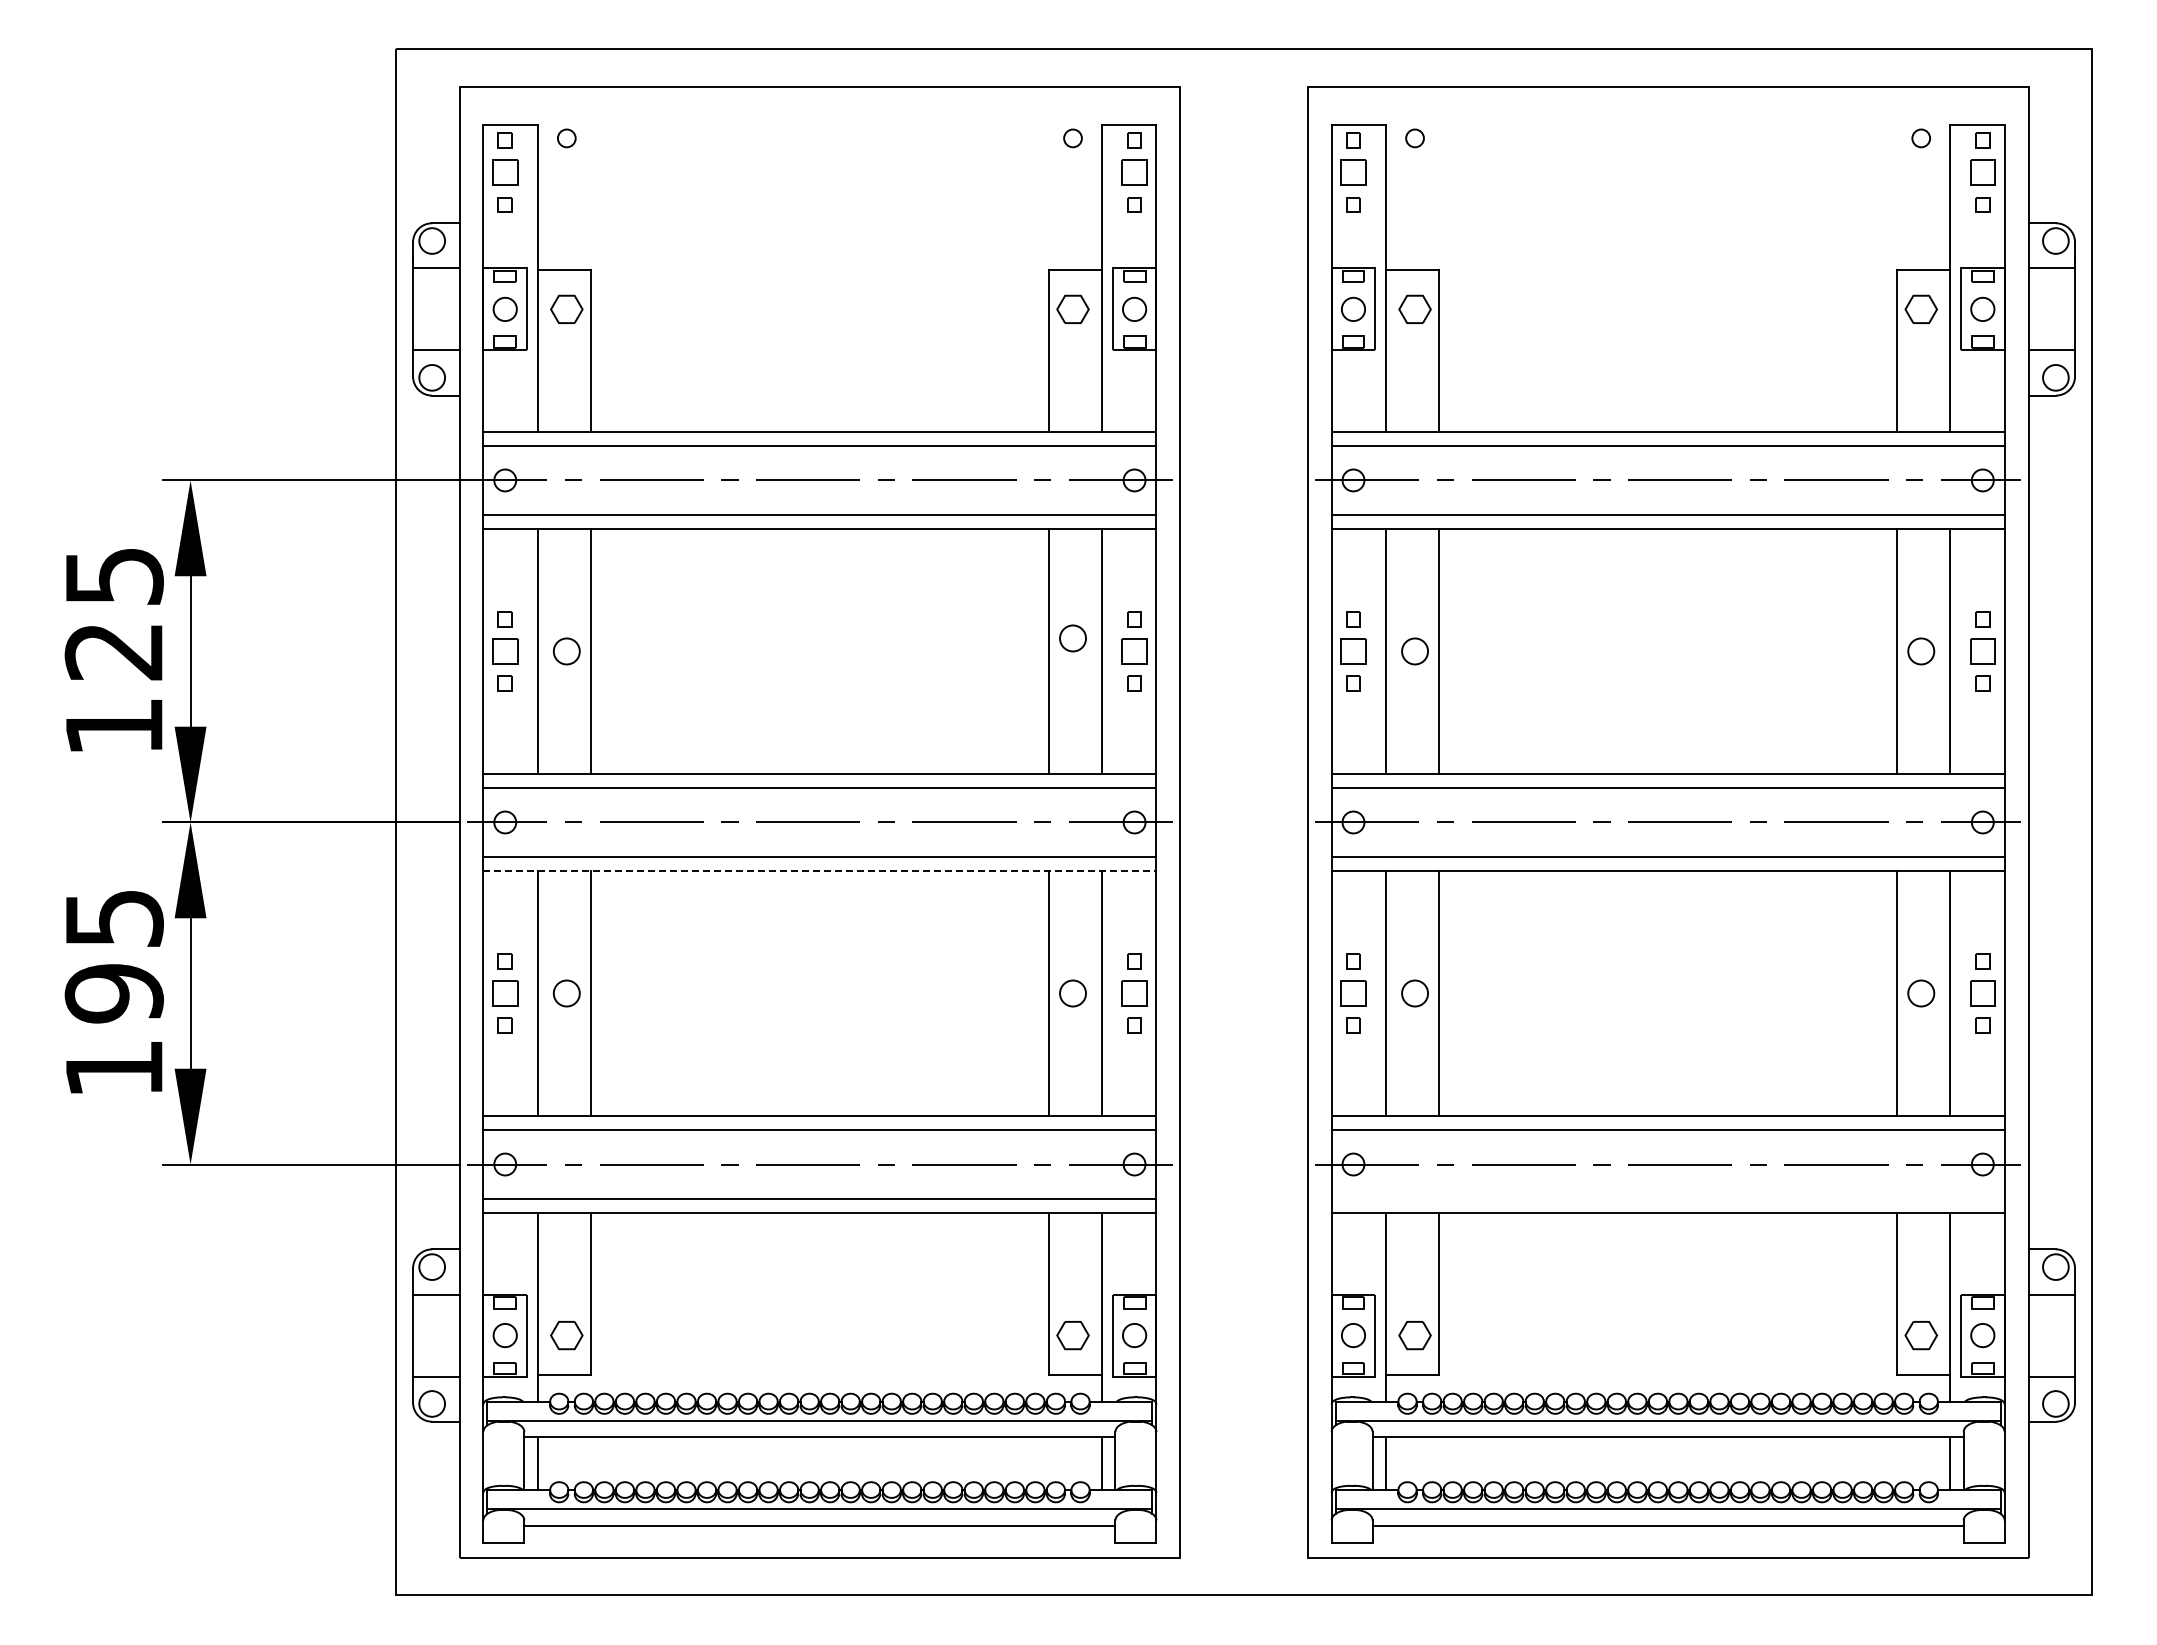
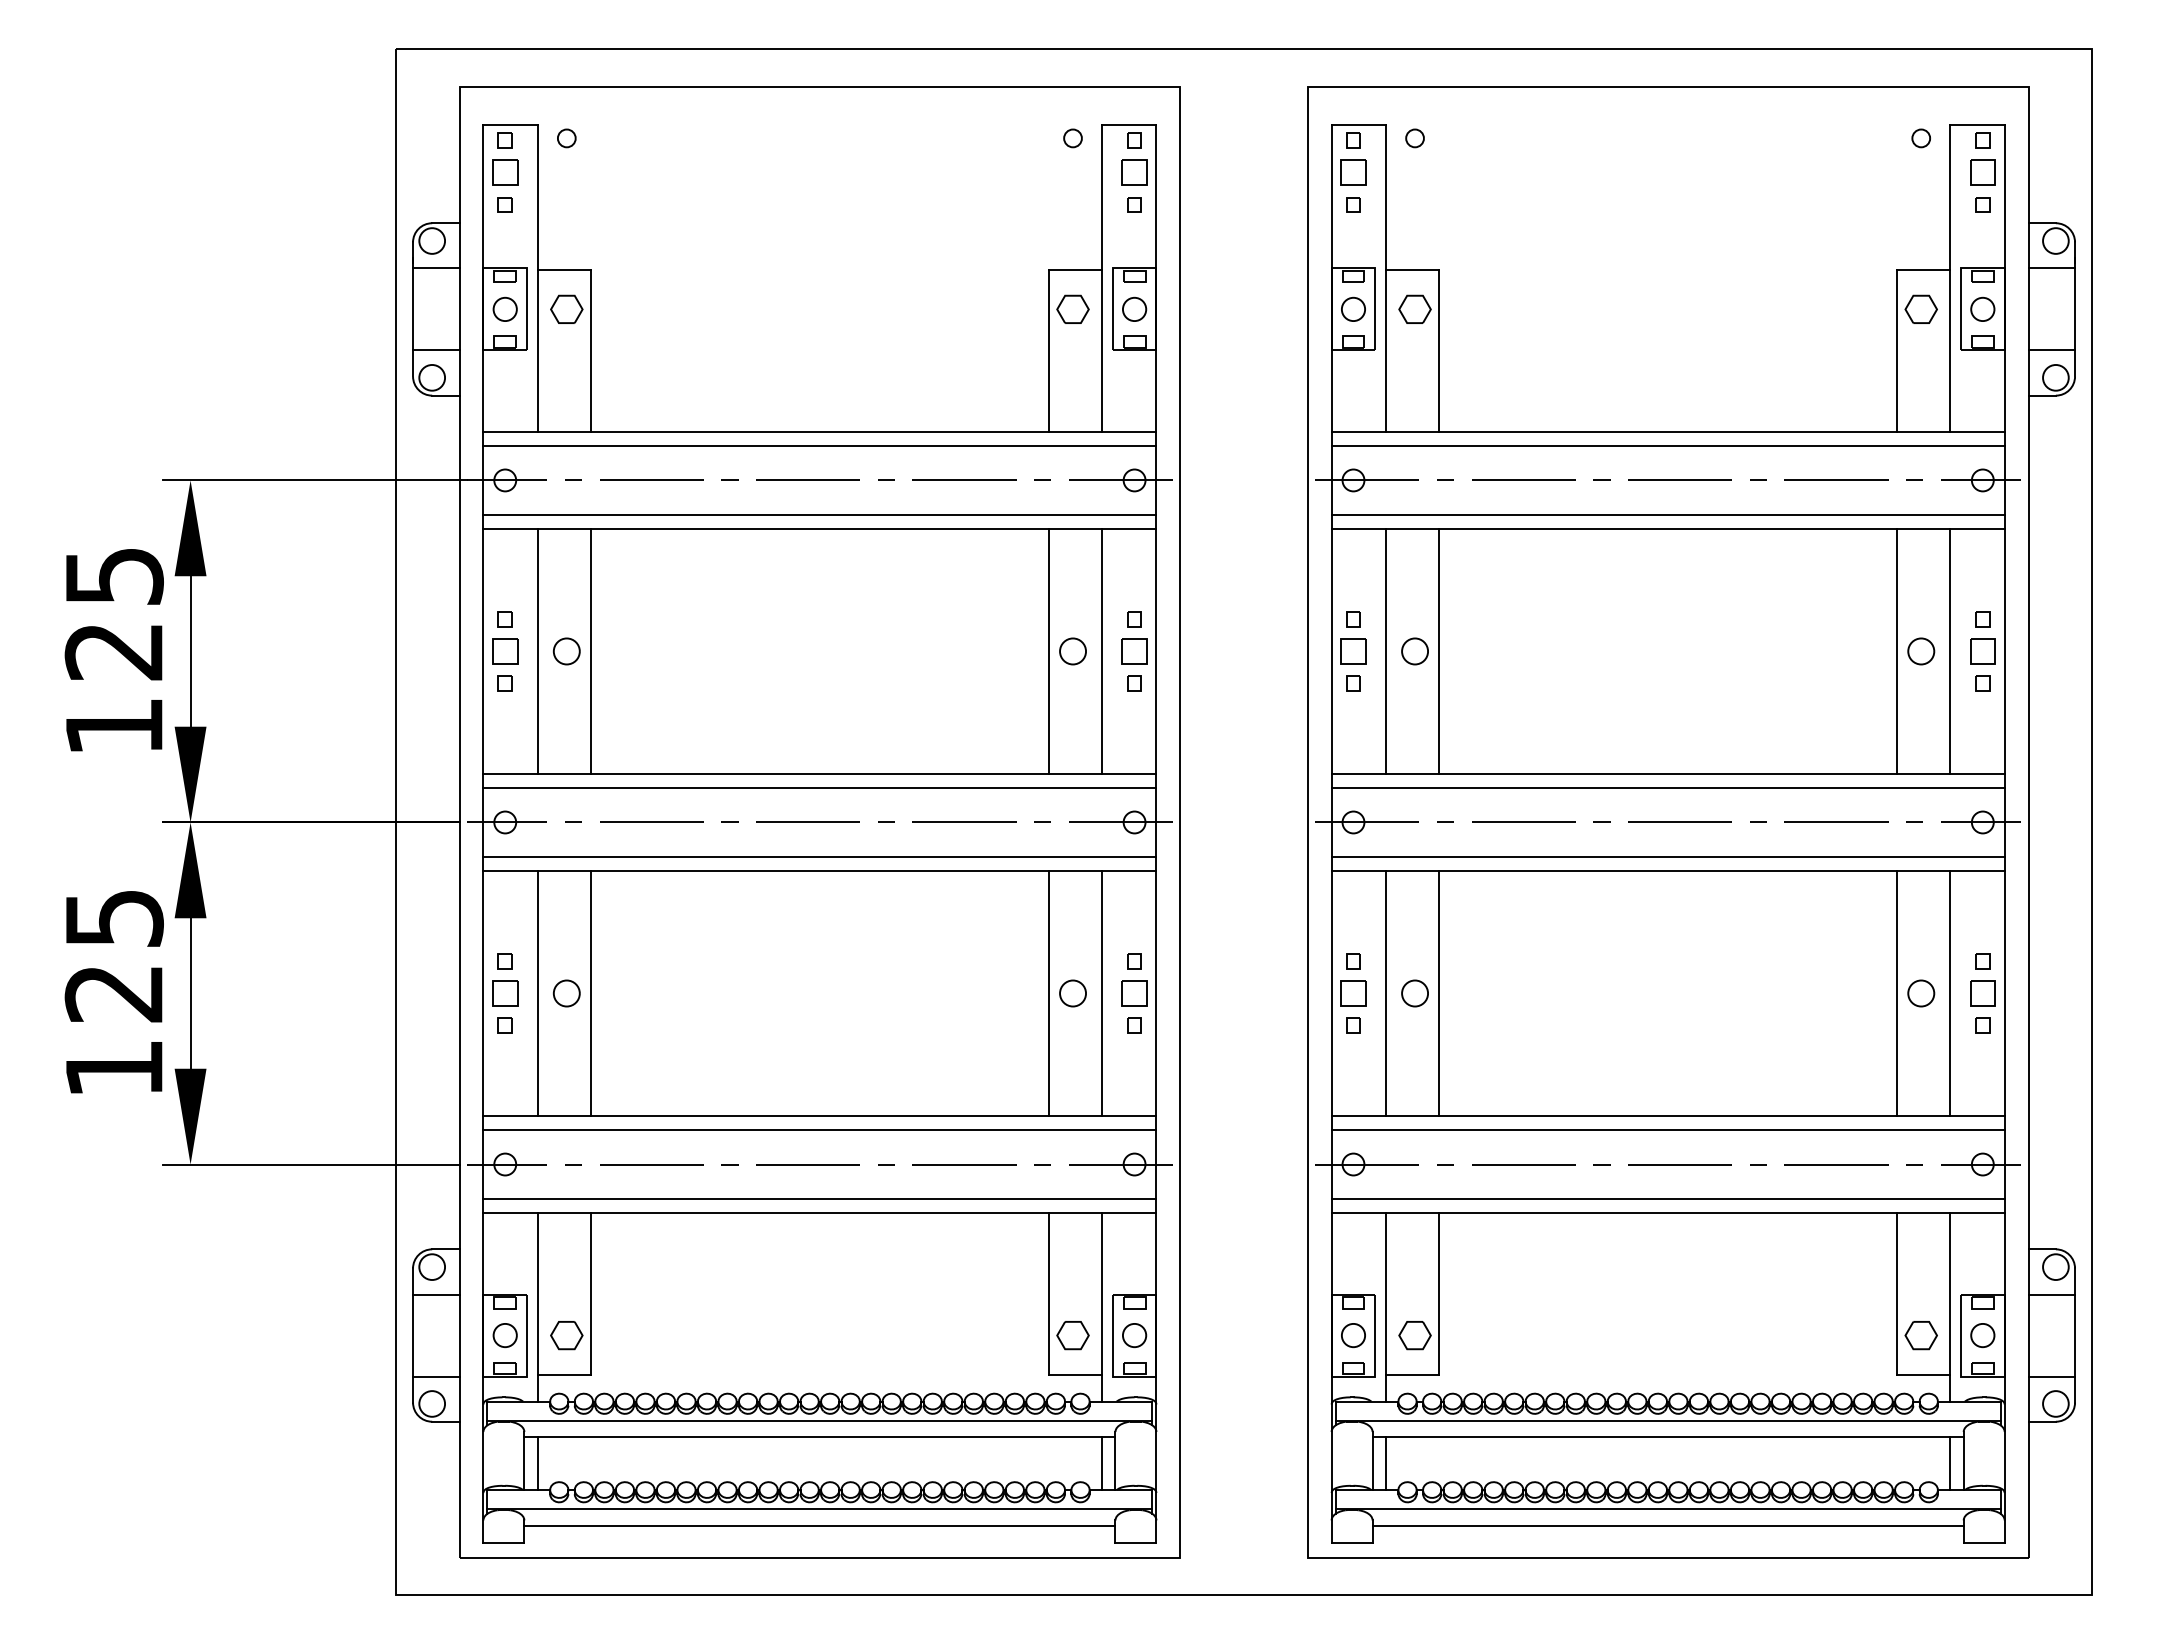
circle at (1072, 638) position: (1072, 638) -> (1072, 651)
line at (819, 870): dashed -> solid
text at (113, 993): 195 -> 125
line at (1667, 1199): none -> present
